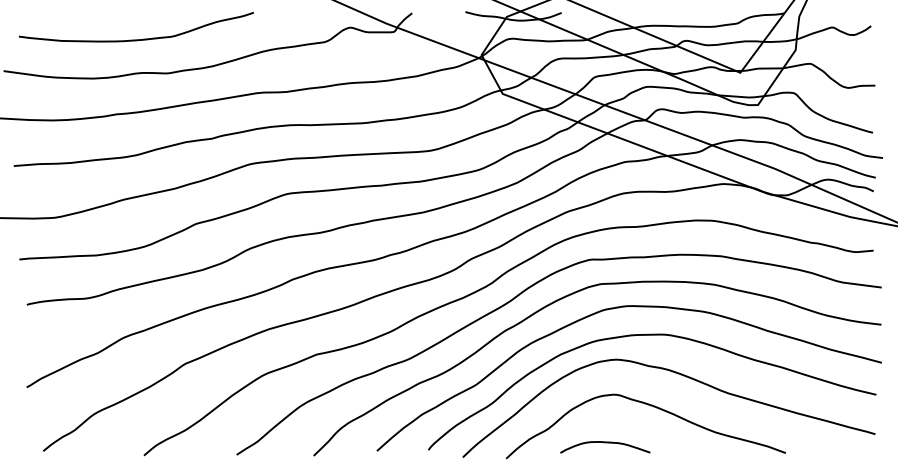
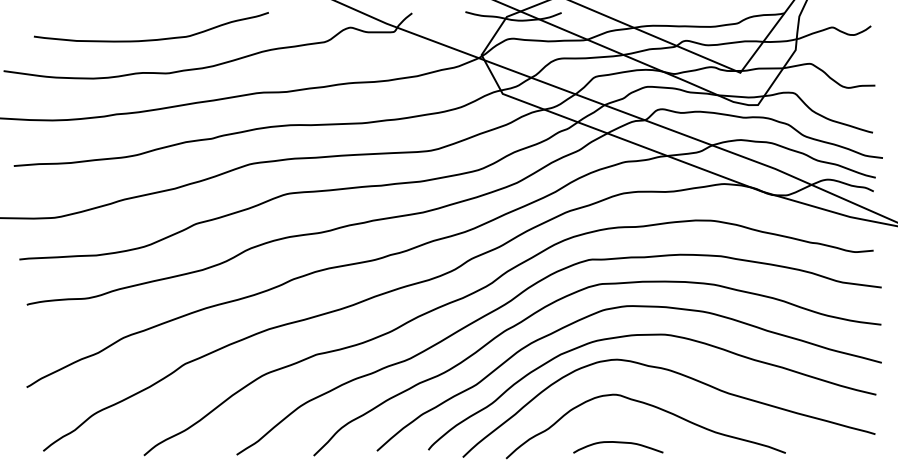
curve at (136, 39) position: (136, 39) -> (151, 39)
curve at (605, 443) position: (605, 443) -> (618, 443)
